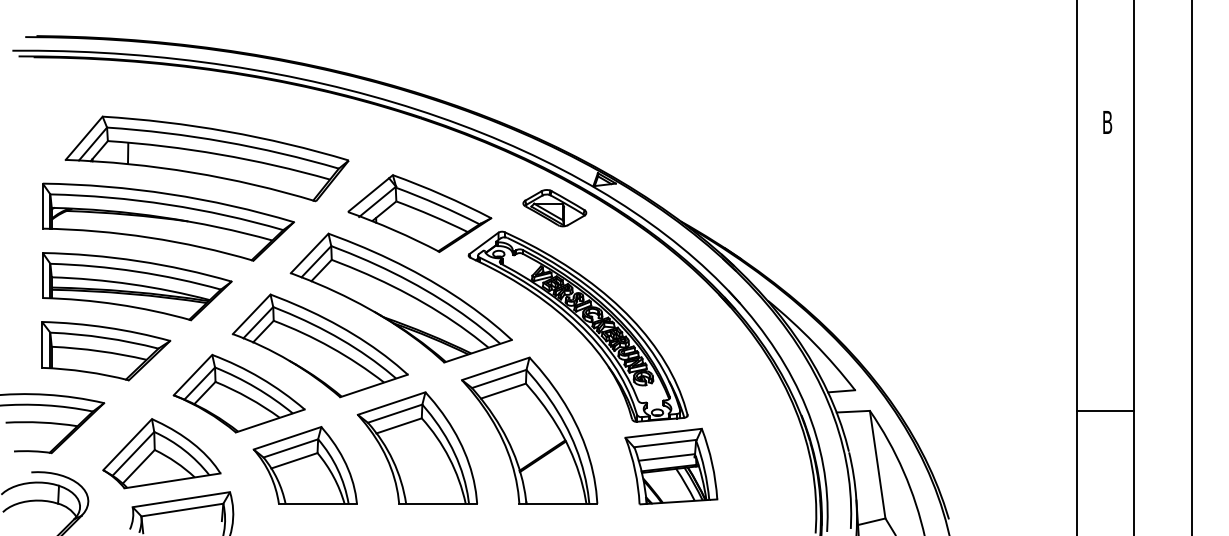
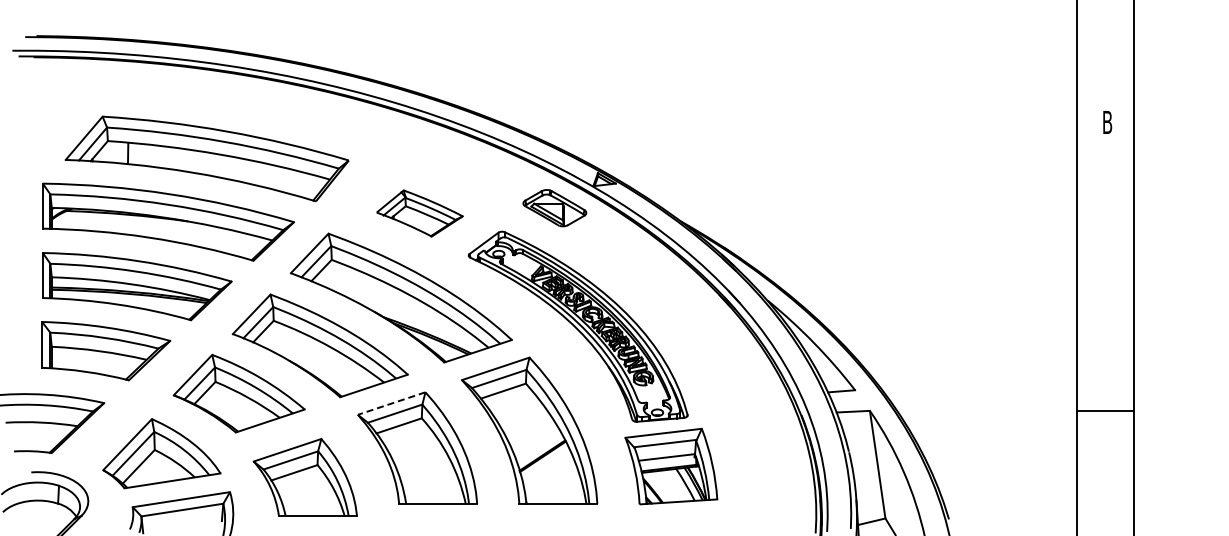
part at (419, 213) size: 146x79 px -> 88x49 px
line at (1192, 267): present -> none
line at (391, 403): solid -> dashed
part at (304, 465) position: (304, 465) -> (304, 477)
